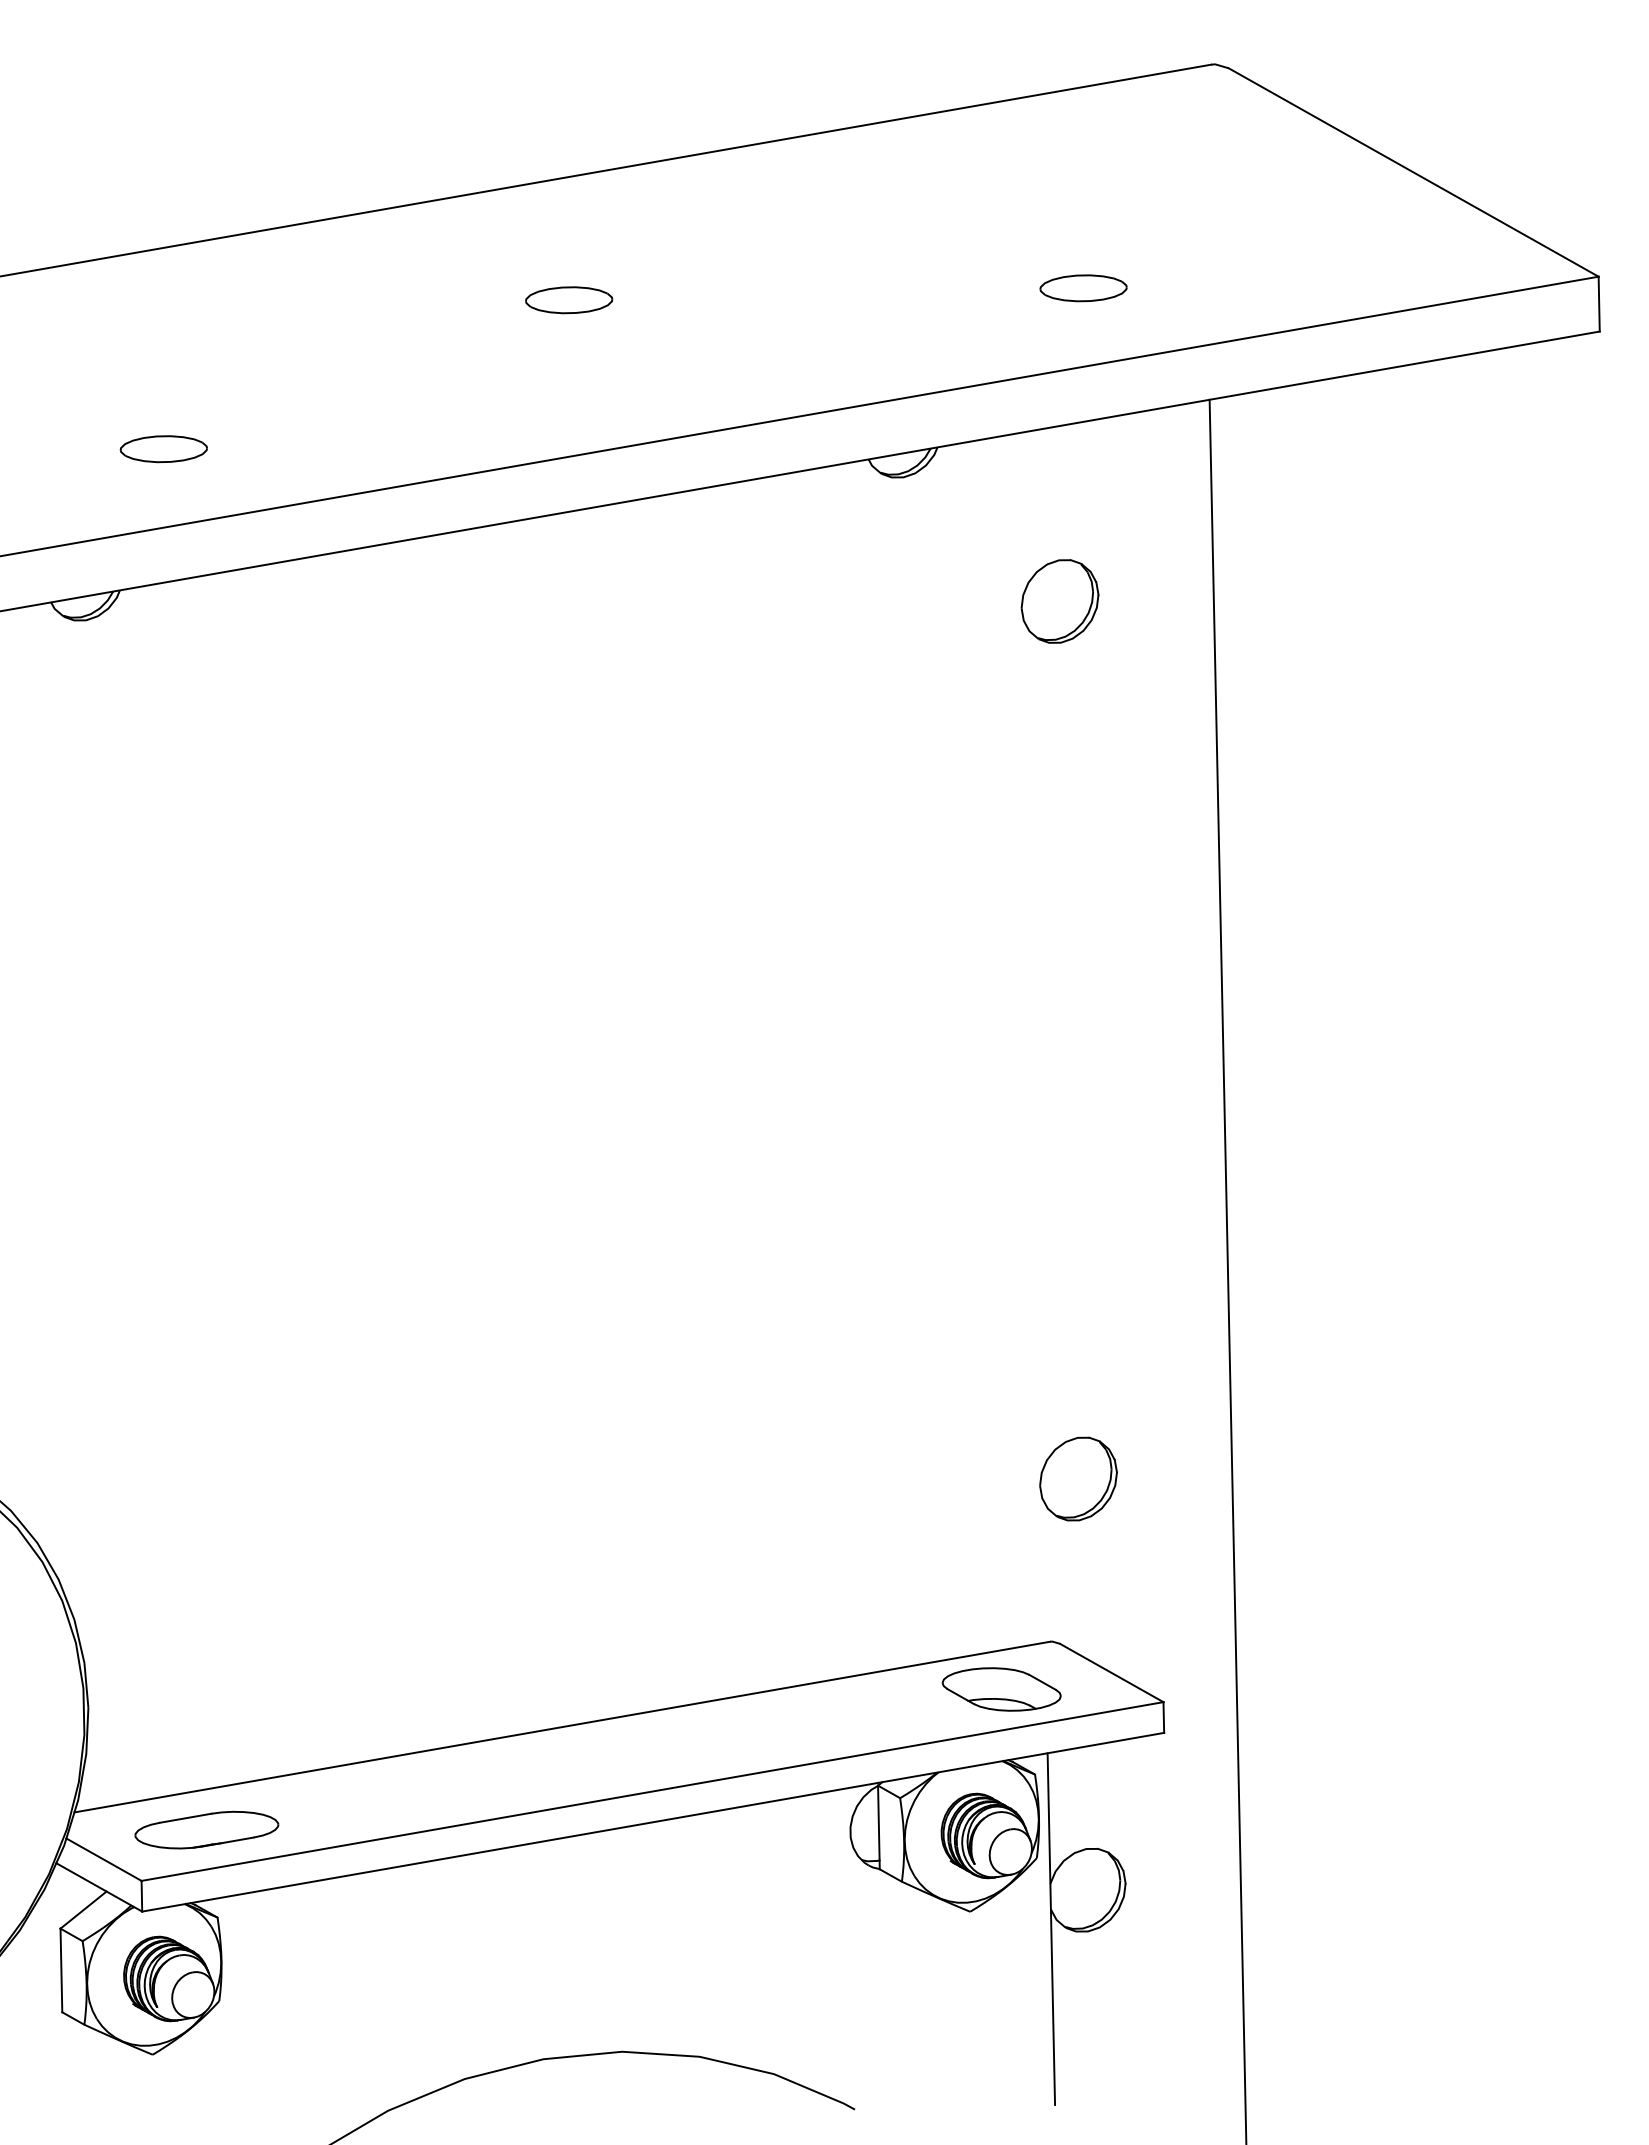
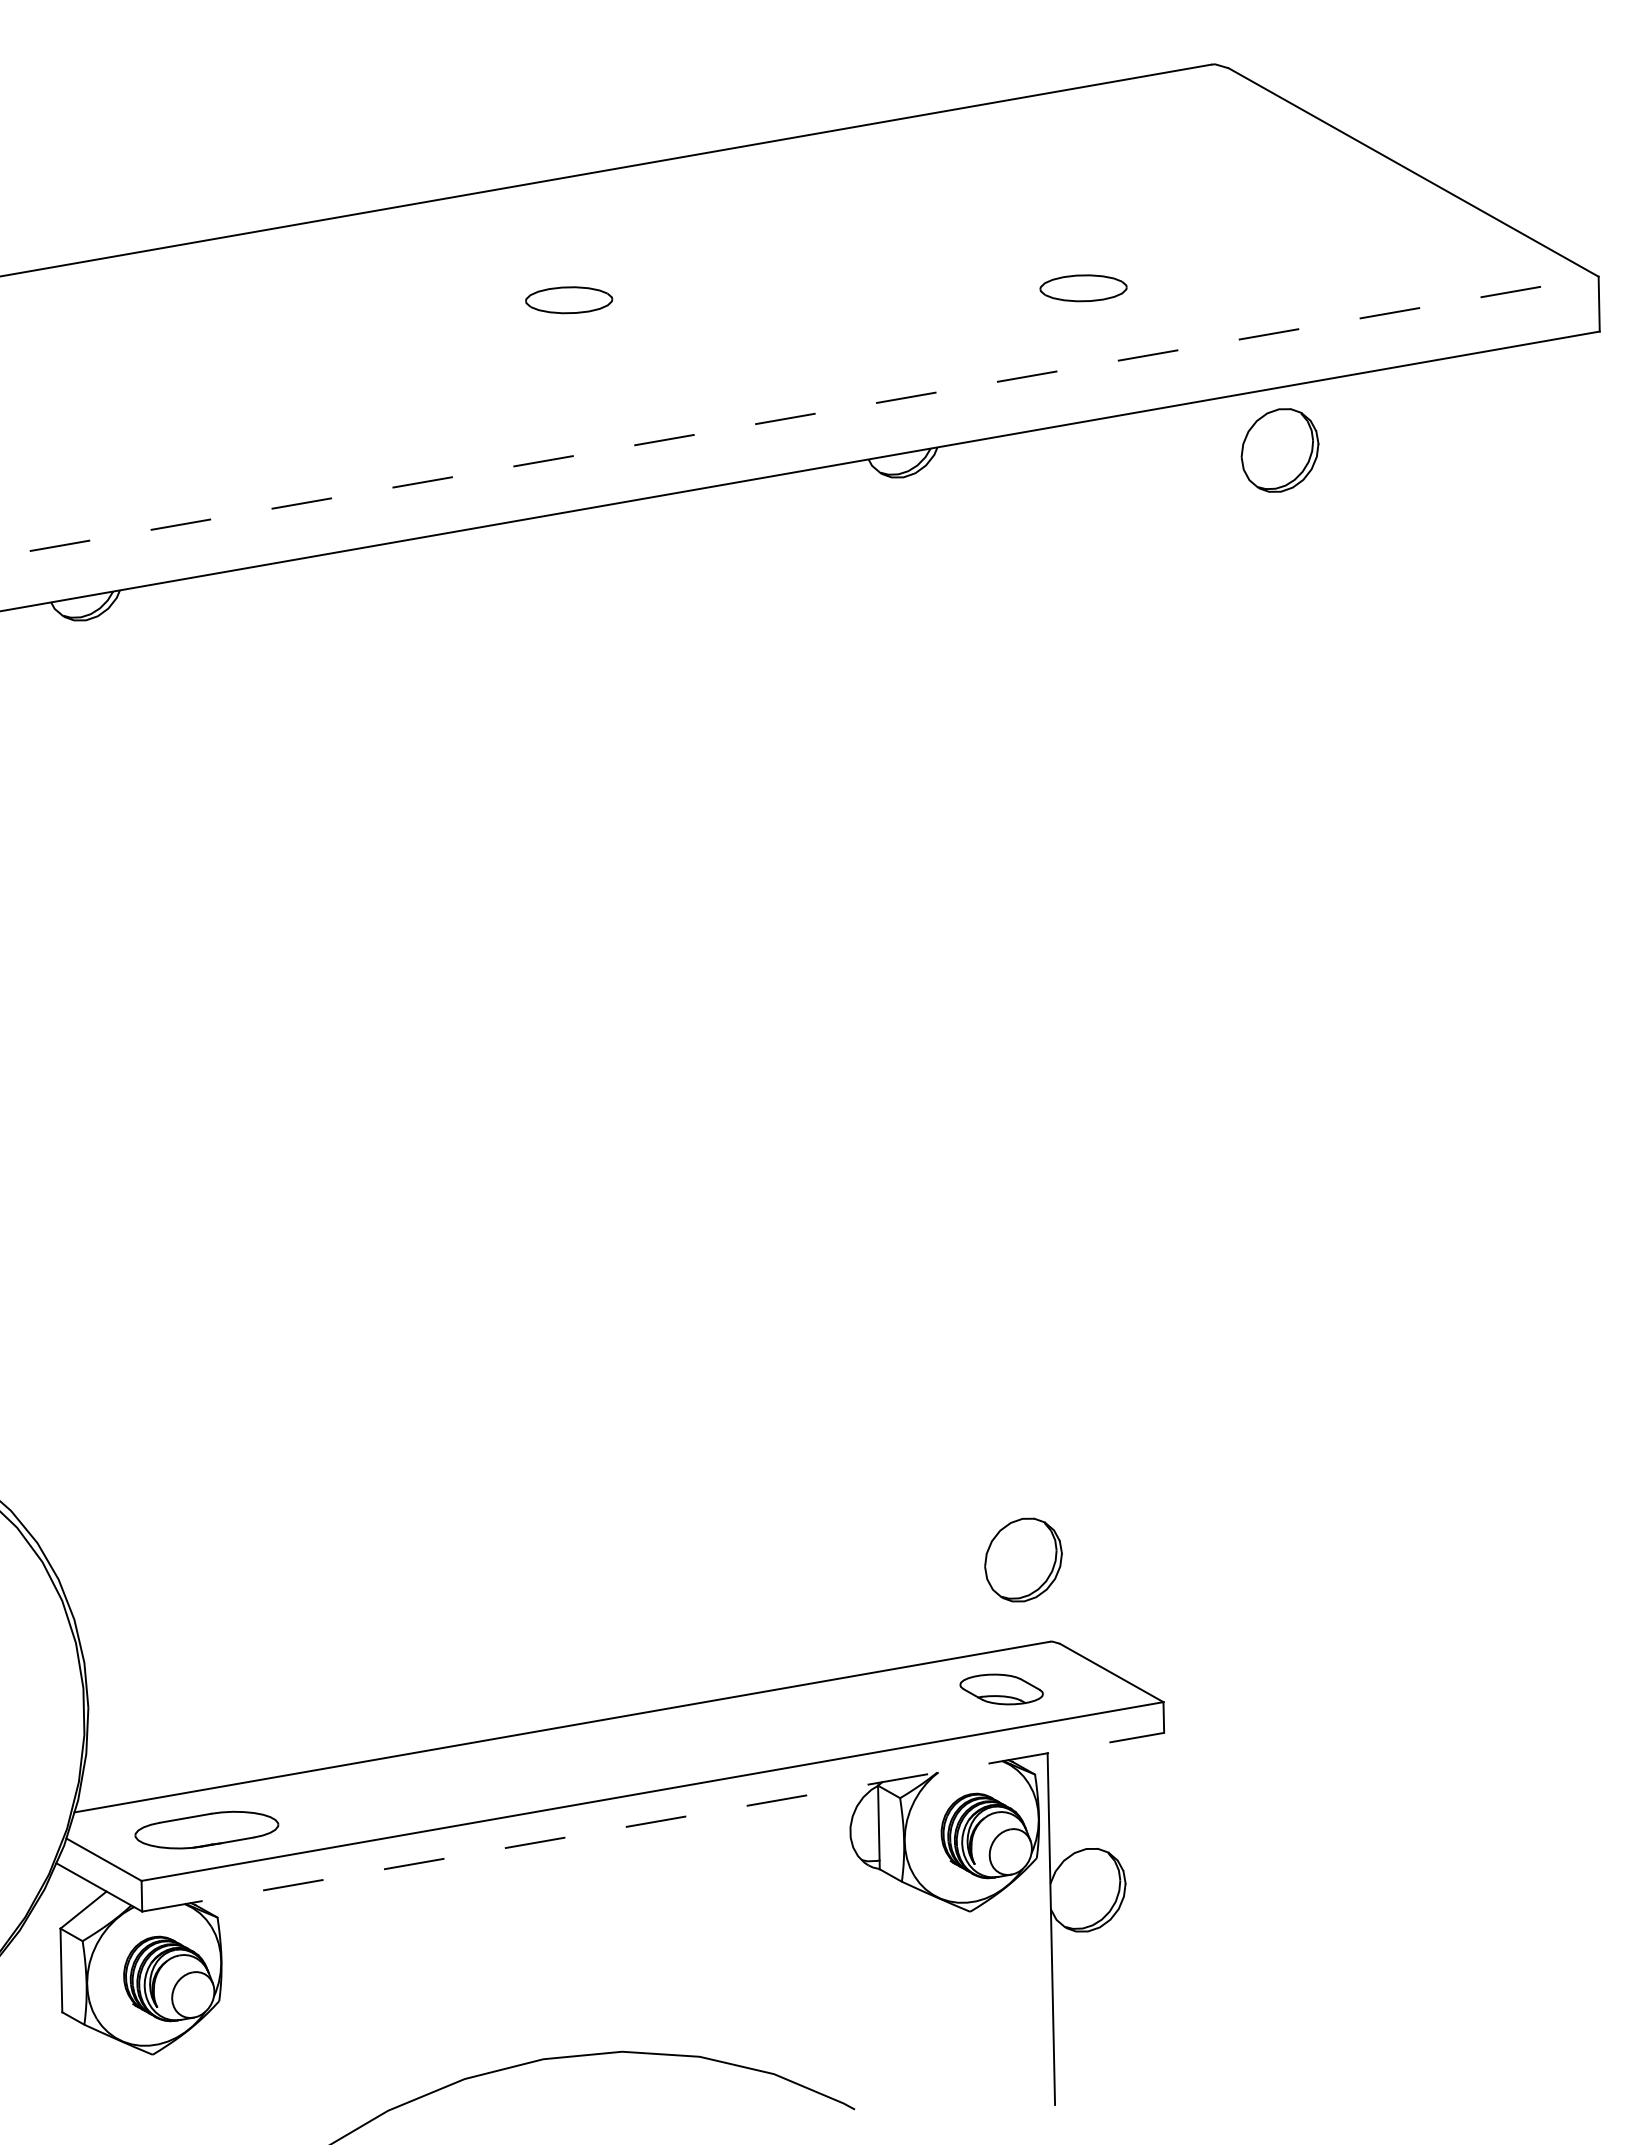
line at (799, 416): solid -> dashed
part at (163, 449): present -> none
part at (1059, 601) position: (1059, 601) -> (1279, 450)
line at (1227, 1270): present -> none
part at (1078, 1478) position: (1078, 1478) -> (1023, 1559)
part at (1001, 1689) size: 121x45 px -> 85x33 px
line at (653, 1822): solid -> dashed
